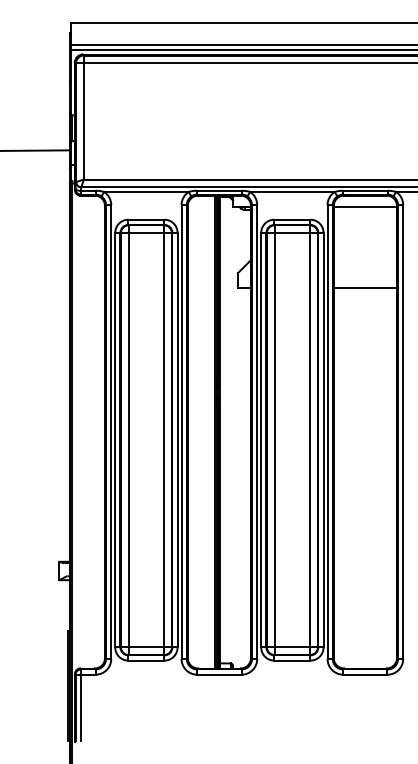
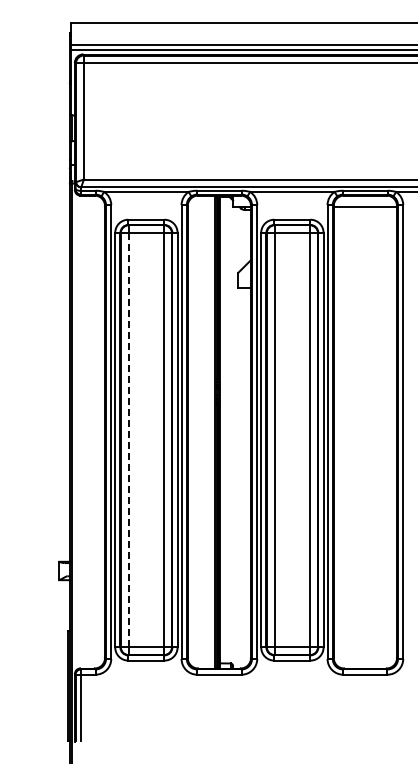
line at (35, 150): present -> none
line at (365, 288): present -> none
line at (128, 440): solid -> dashed
